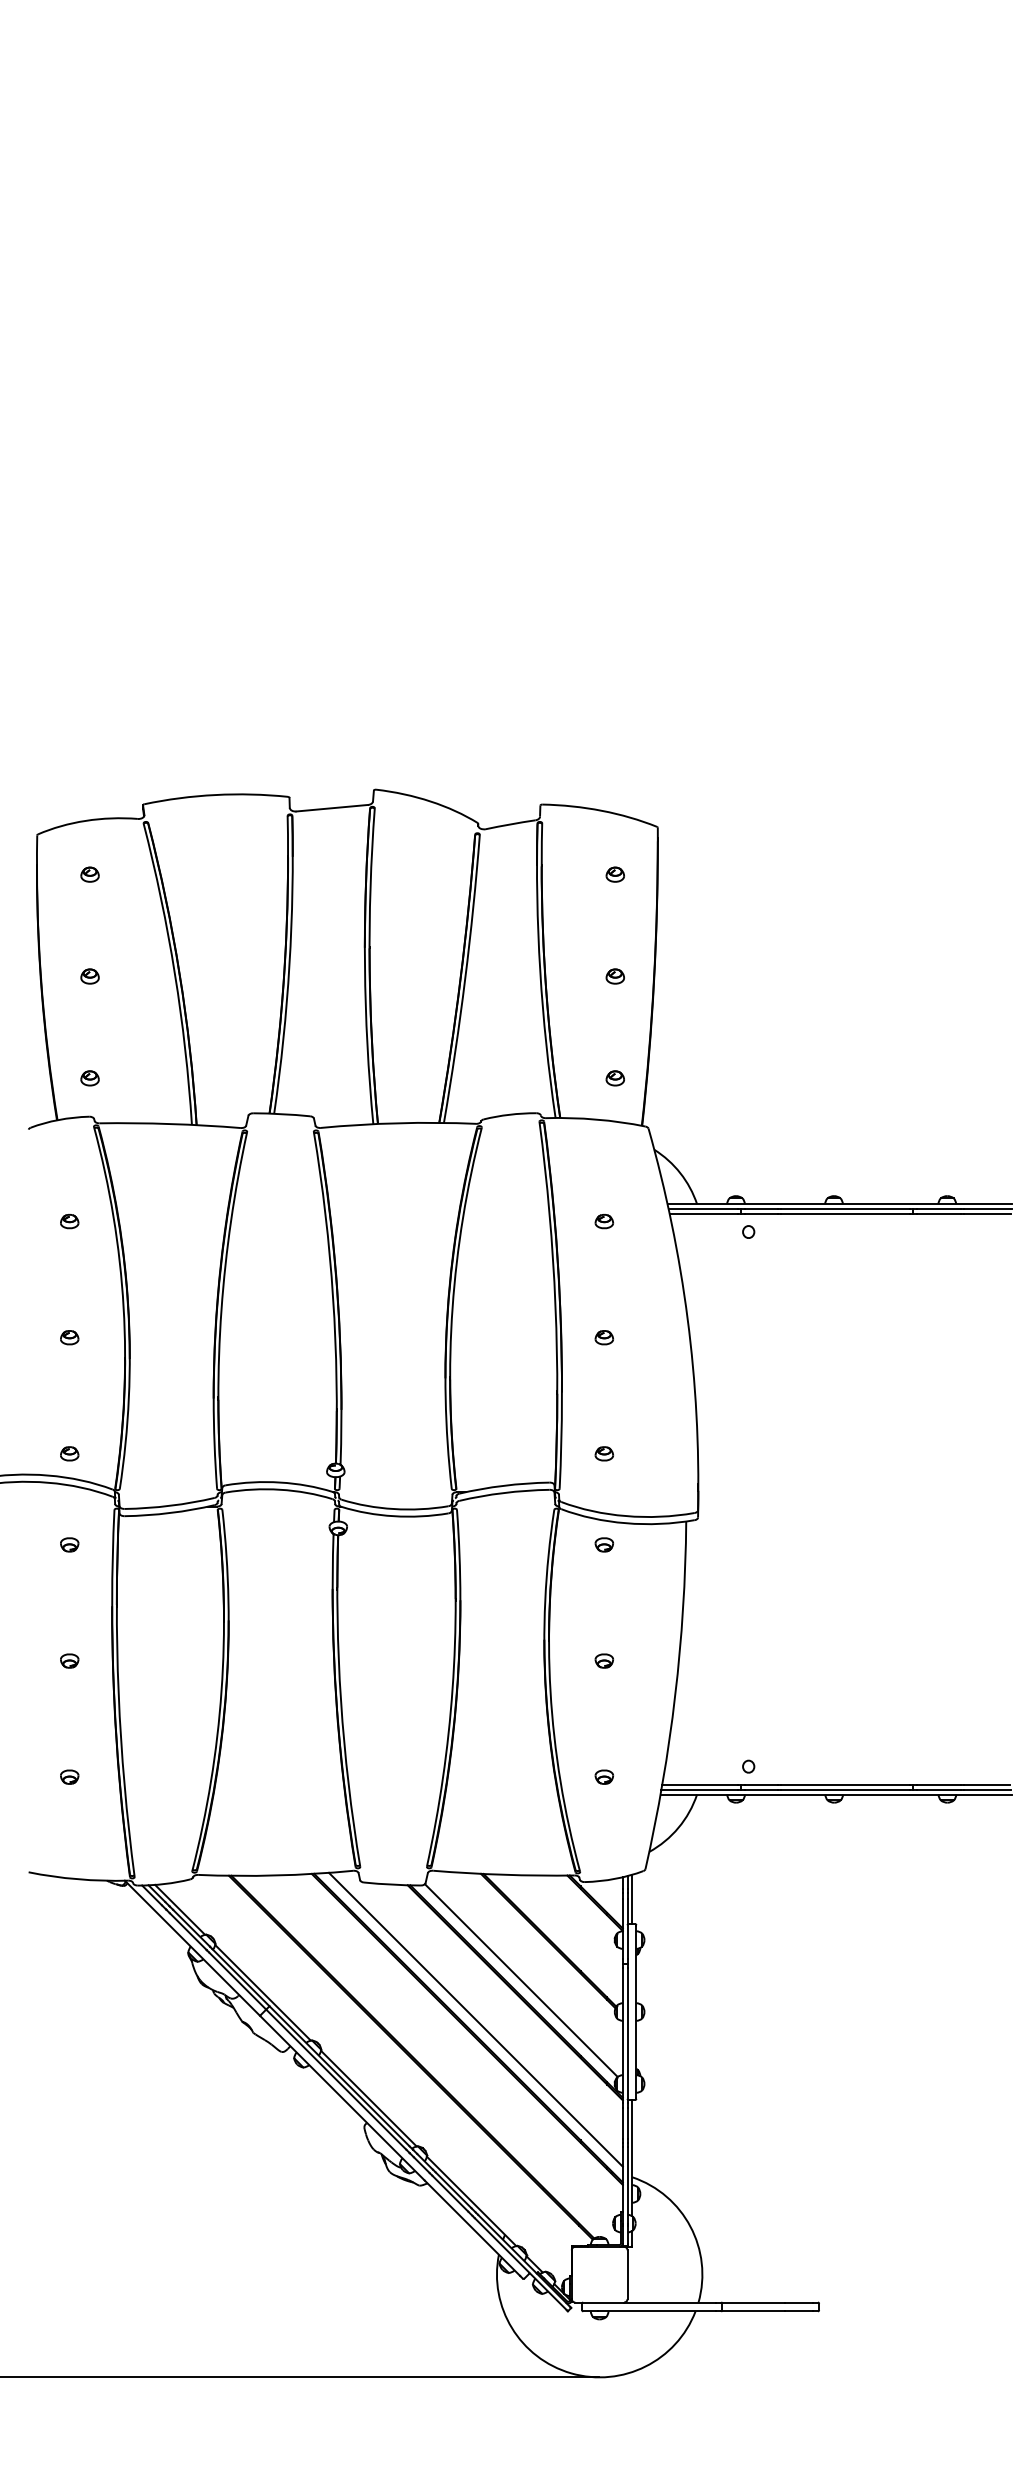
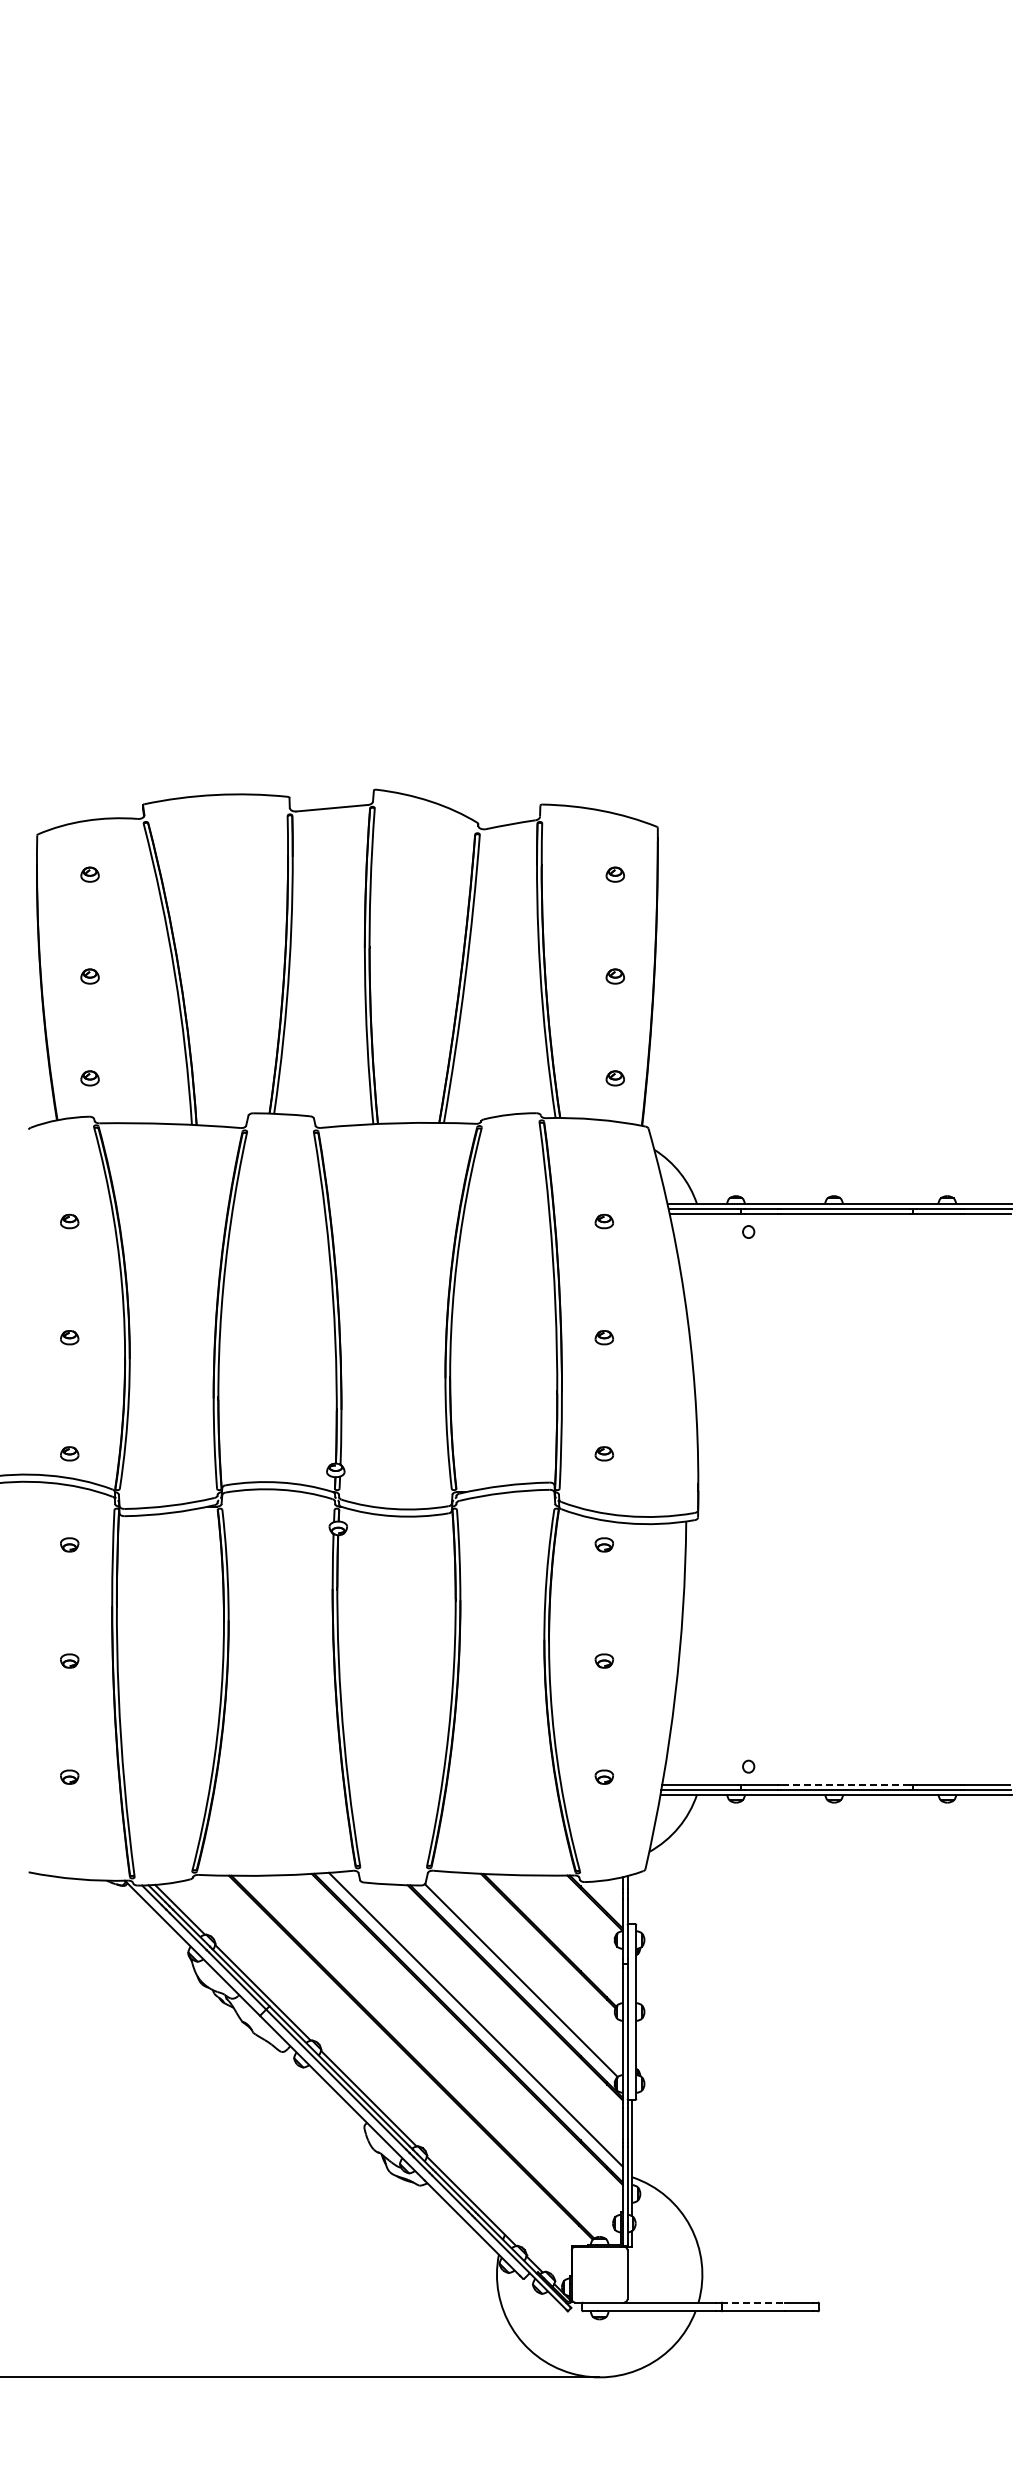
line at (845, 1785): solid -> dashed
line at (632, 1899): present -> none
line at (753, 2302): solid -> dashed
